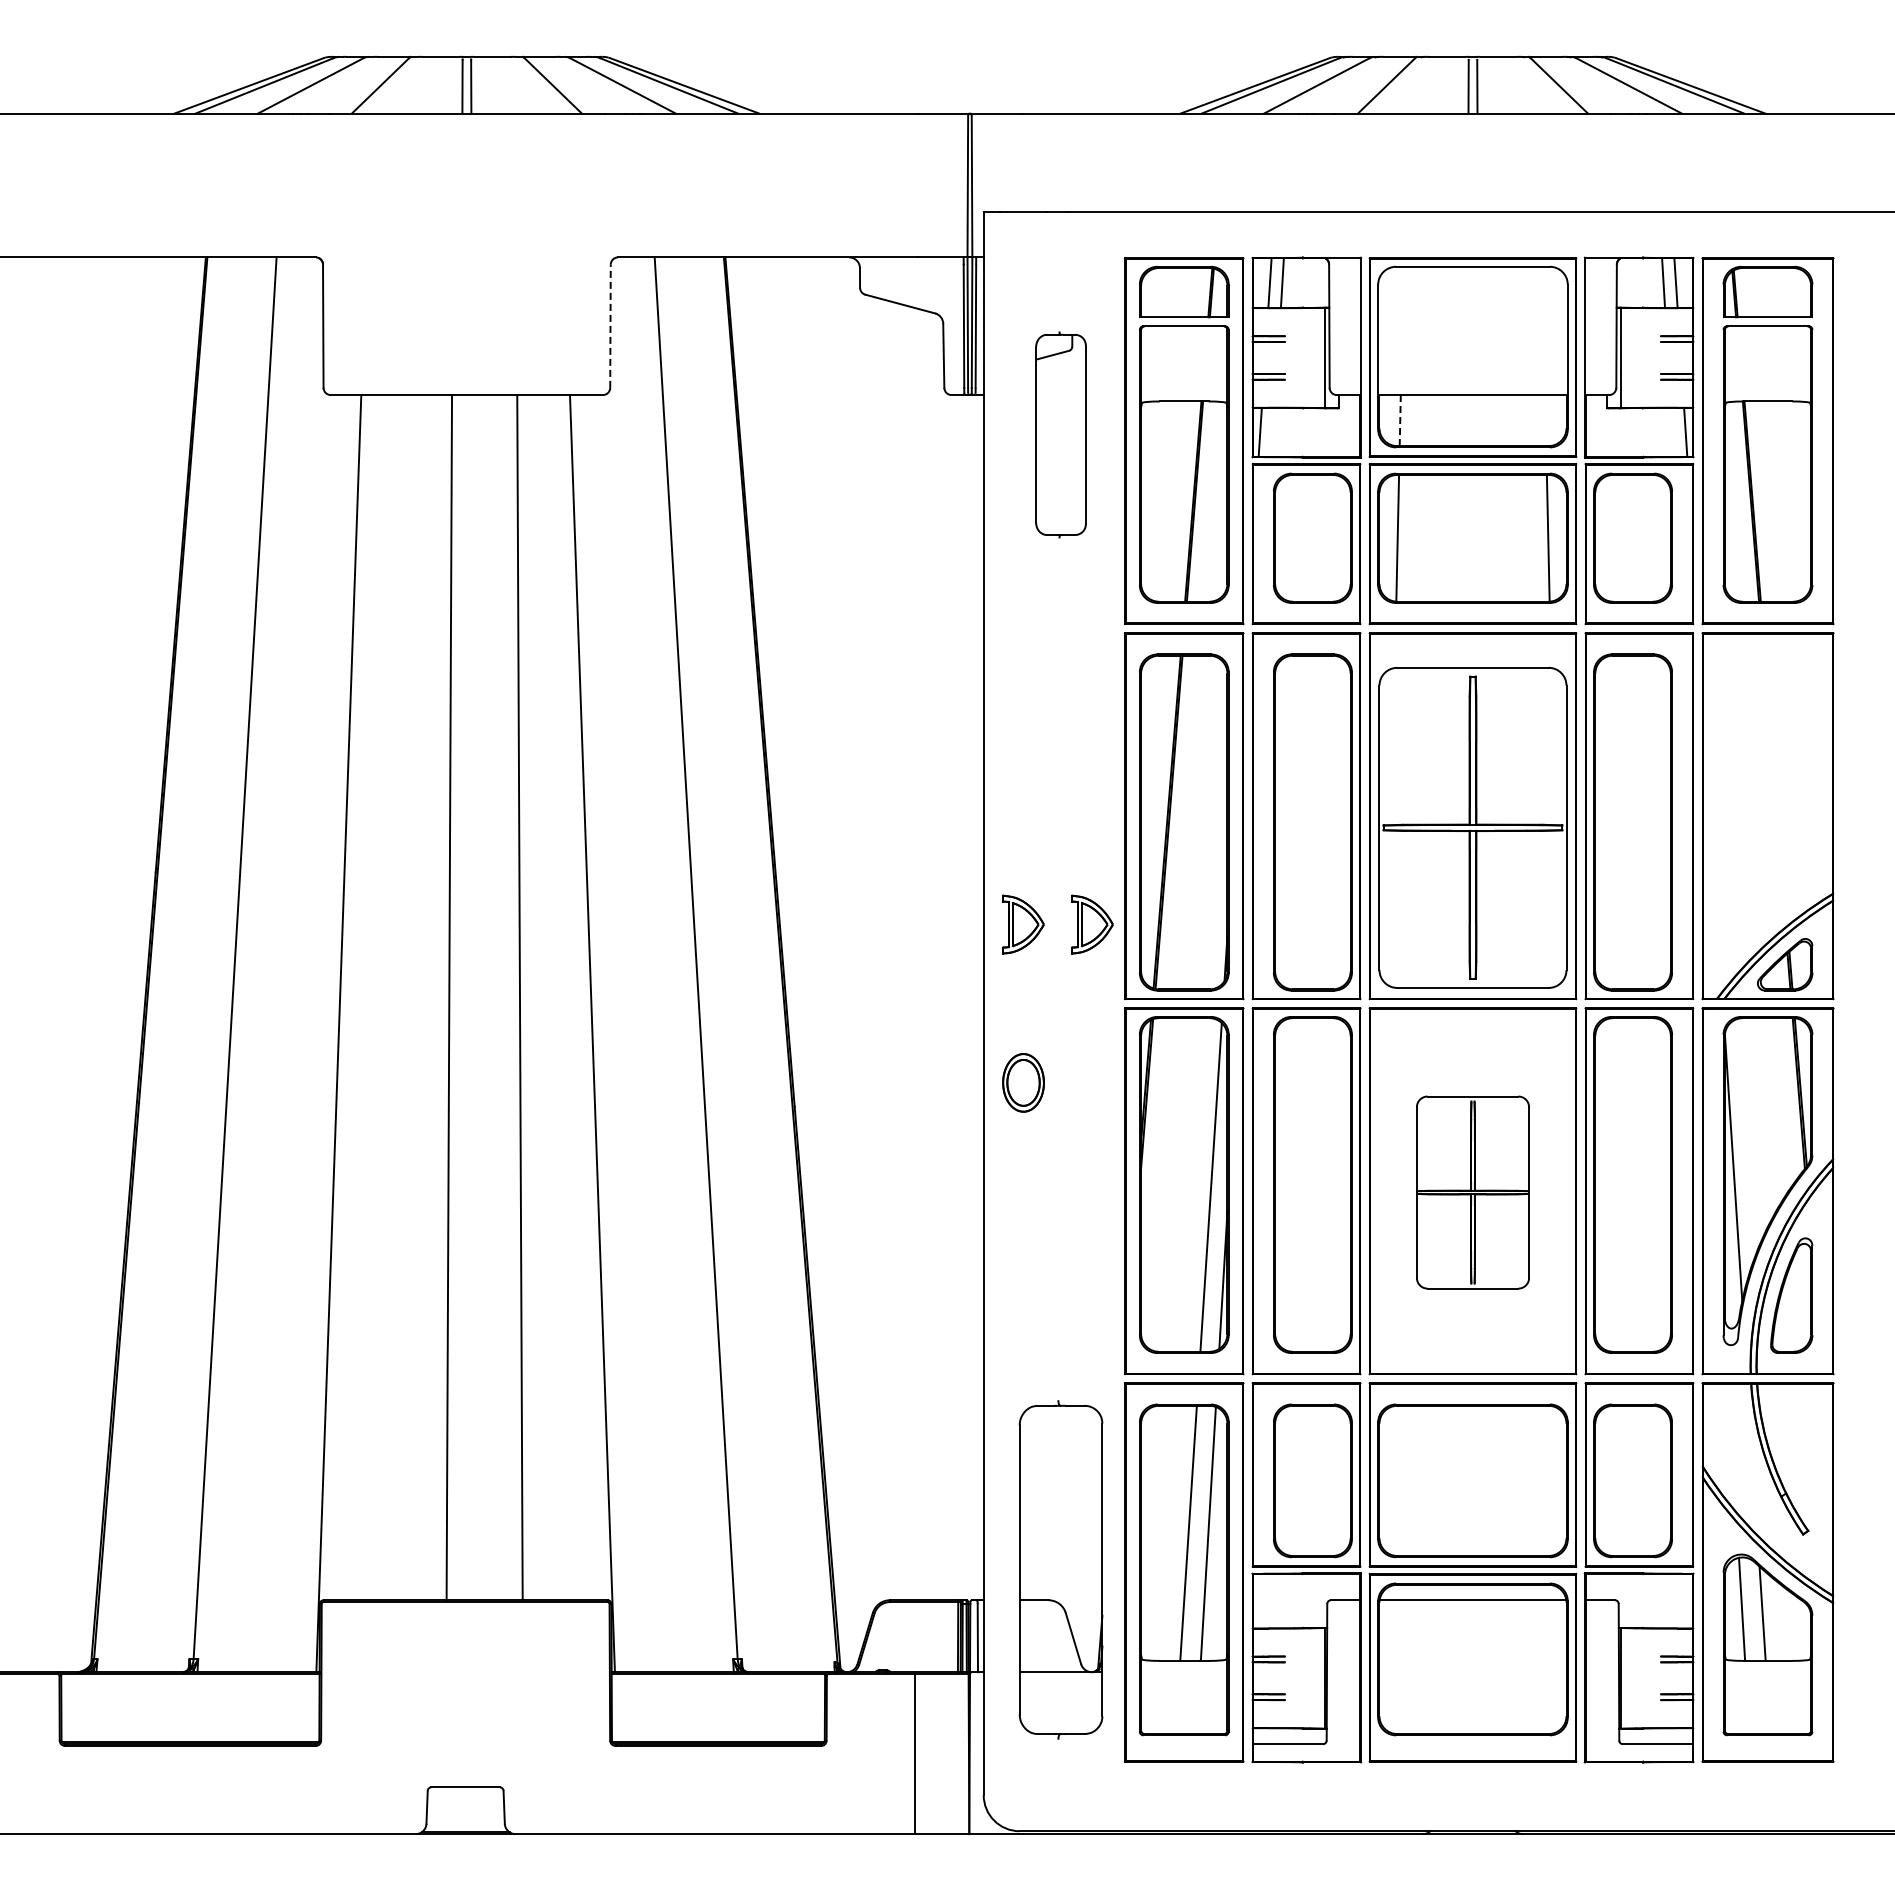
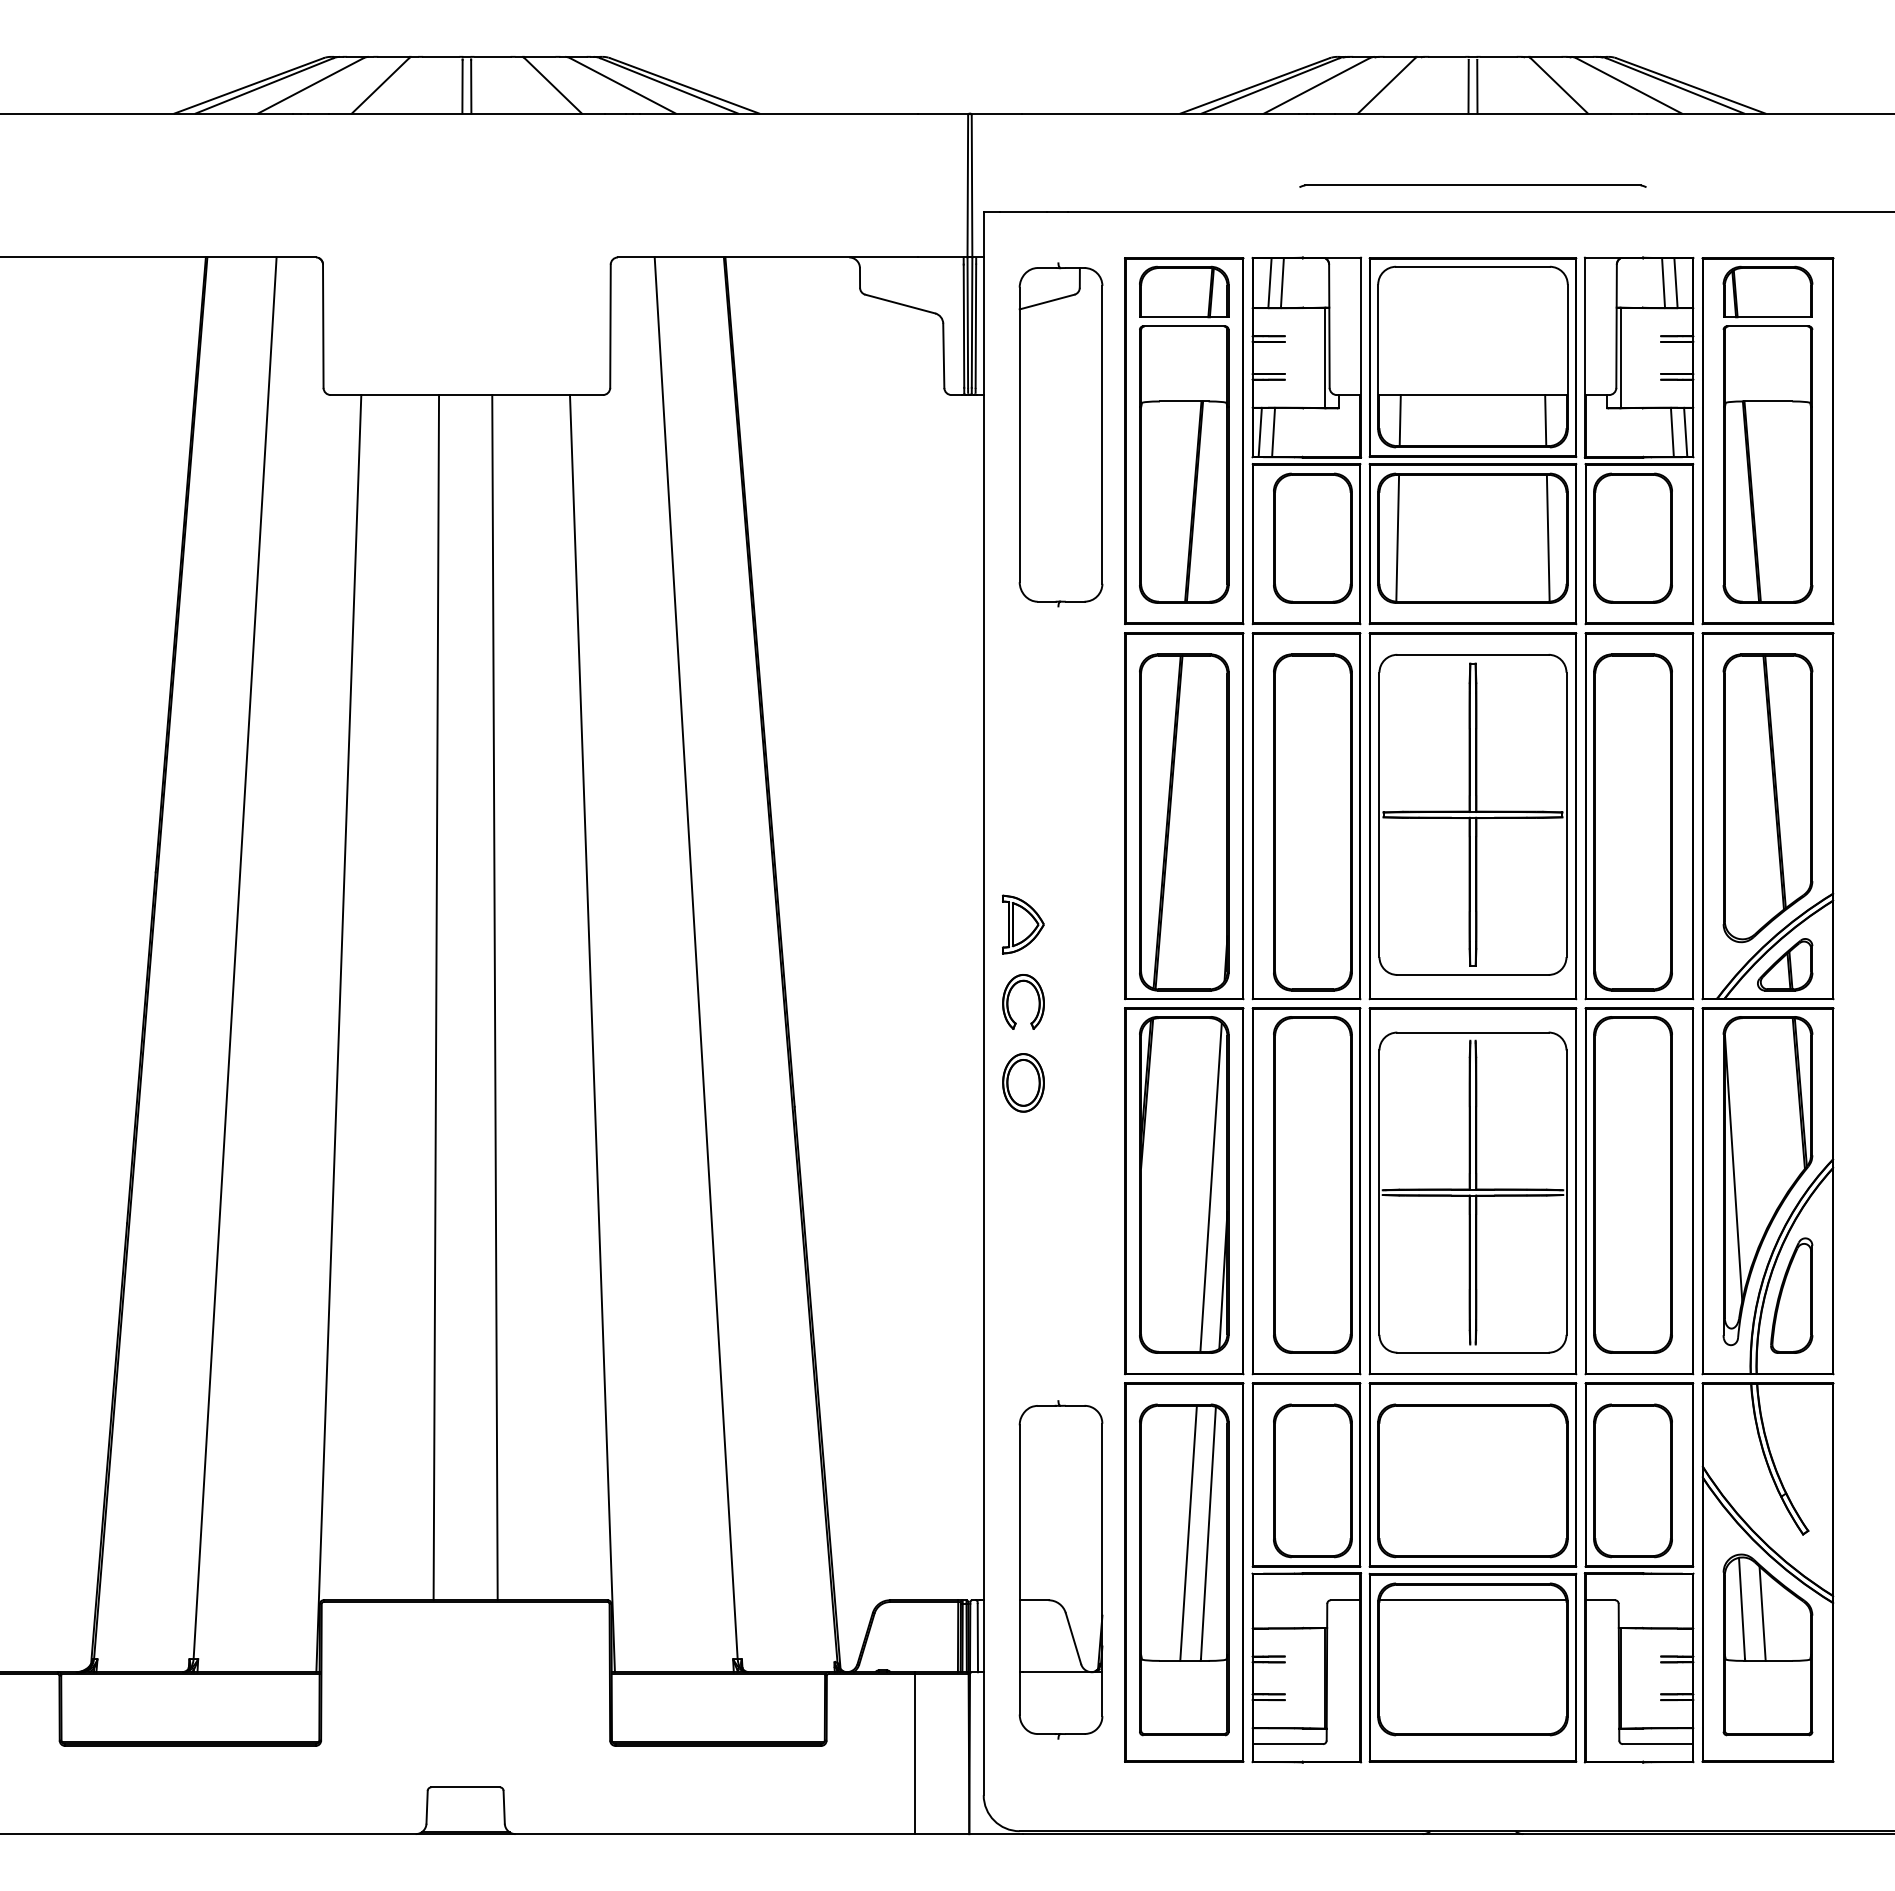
part at (1472, 185): none -> present
line at (610, 326): dashed -> solid
line at (1400, 420): dashed -> solid
line at (1545, 420): none -> present
line at (1273, 431): none -> present
line at (1671, 431): none -> present
part at (1060, 434) size: 52x208 px -> 86x346 px
part at (1767, 798): none -> present
part at (1472, 827) position: (1472, 827) -> (1472, 814)
part at (1092, 924): present -> none
part at (1009, 996): none -> present
line at (449, 997) position: (449, 997) -> (436, 997)
line at (519, 997) position: (519, 997) -> (494, 997)
part at (1472, 1192) size: 114x195 px -> 190x323 px
